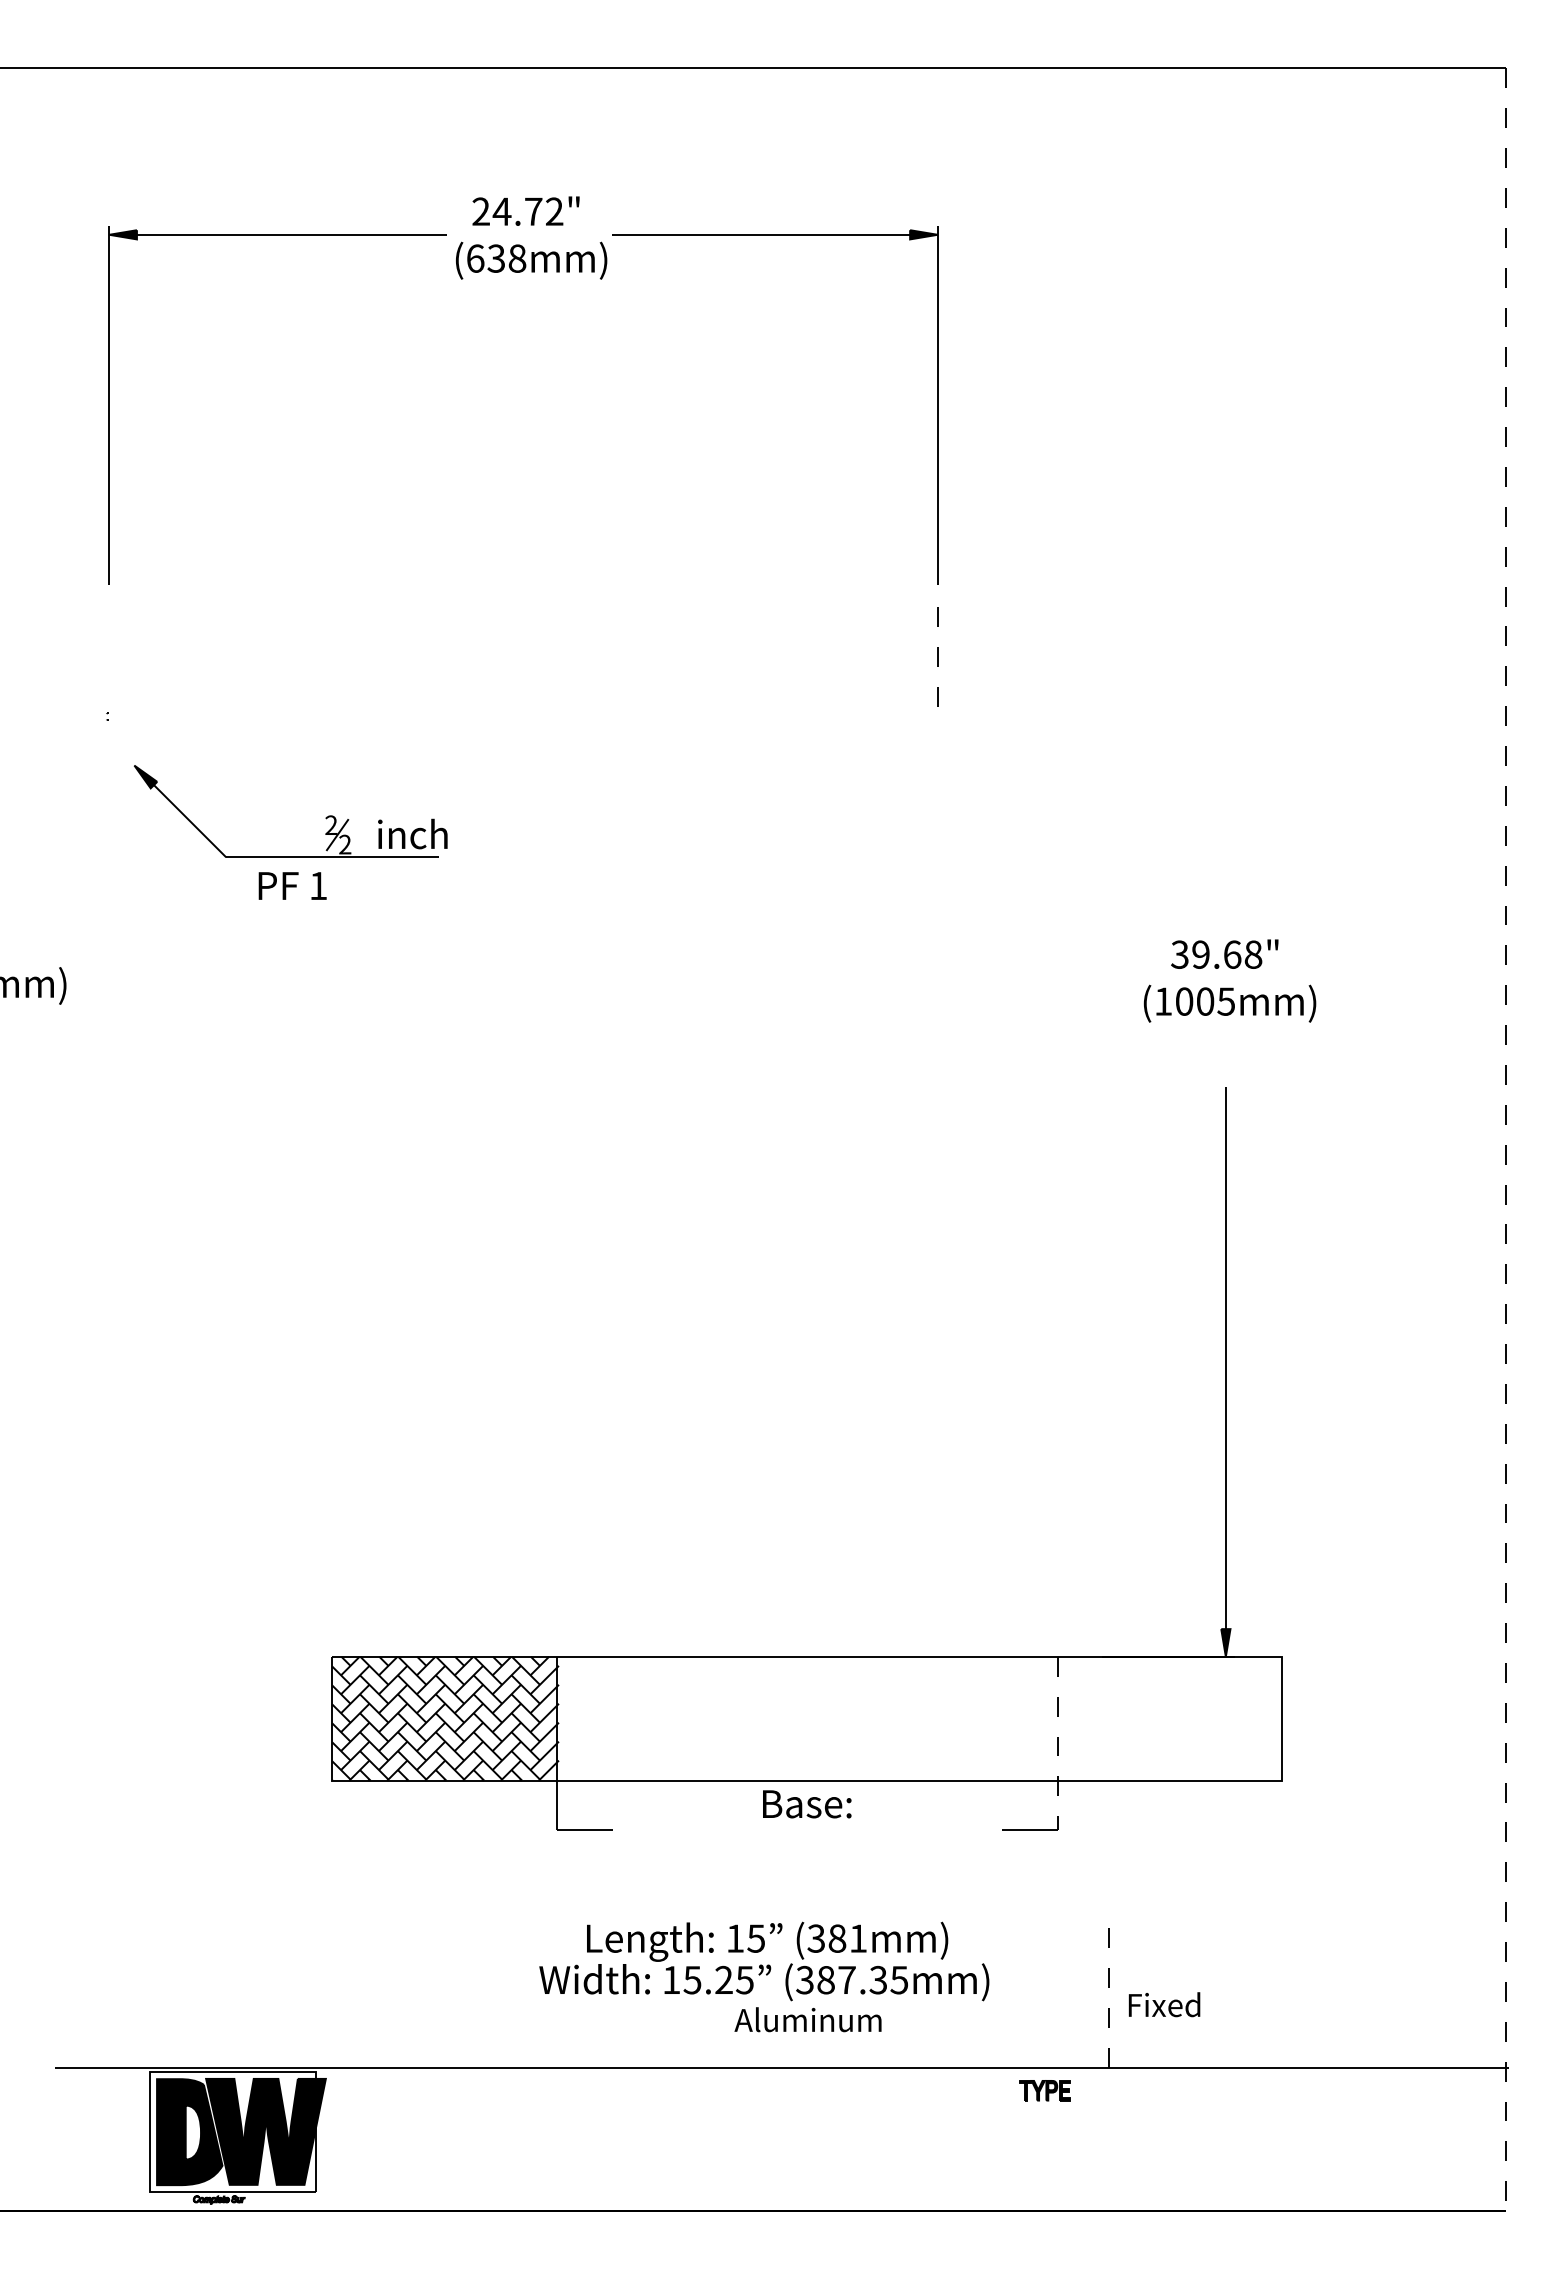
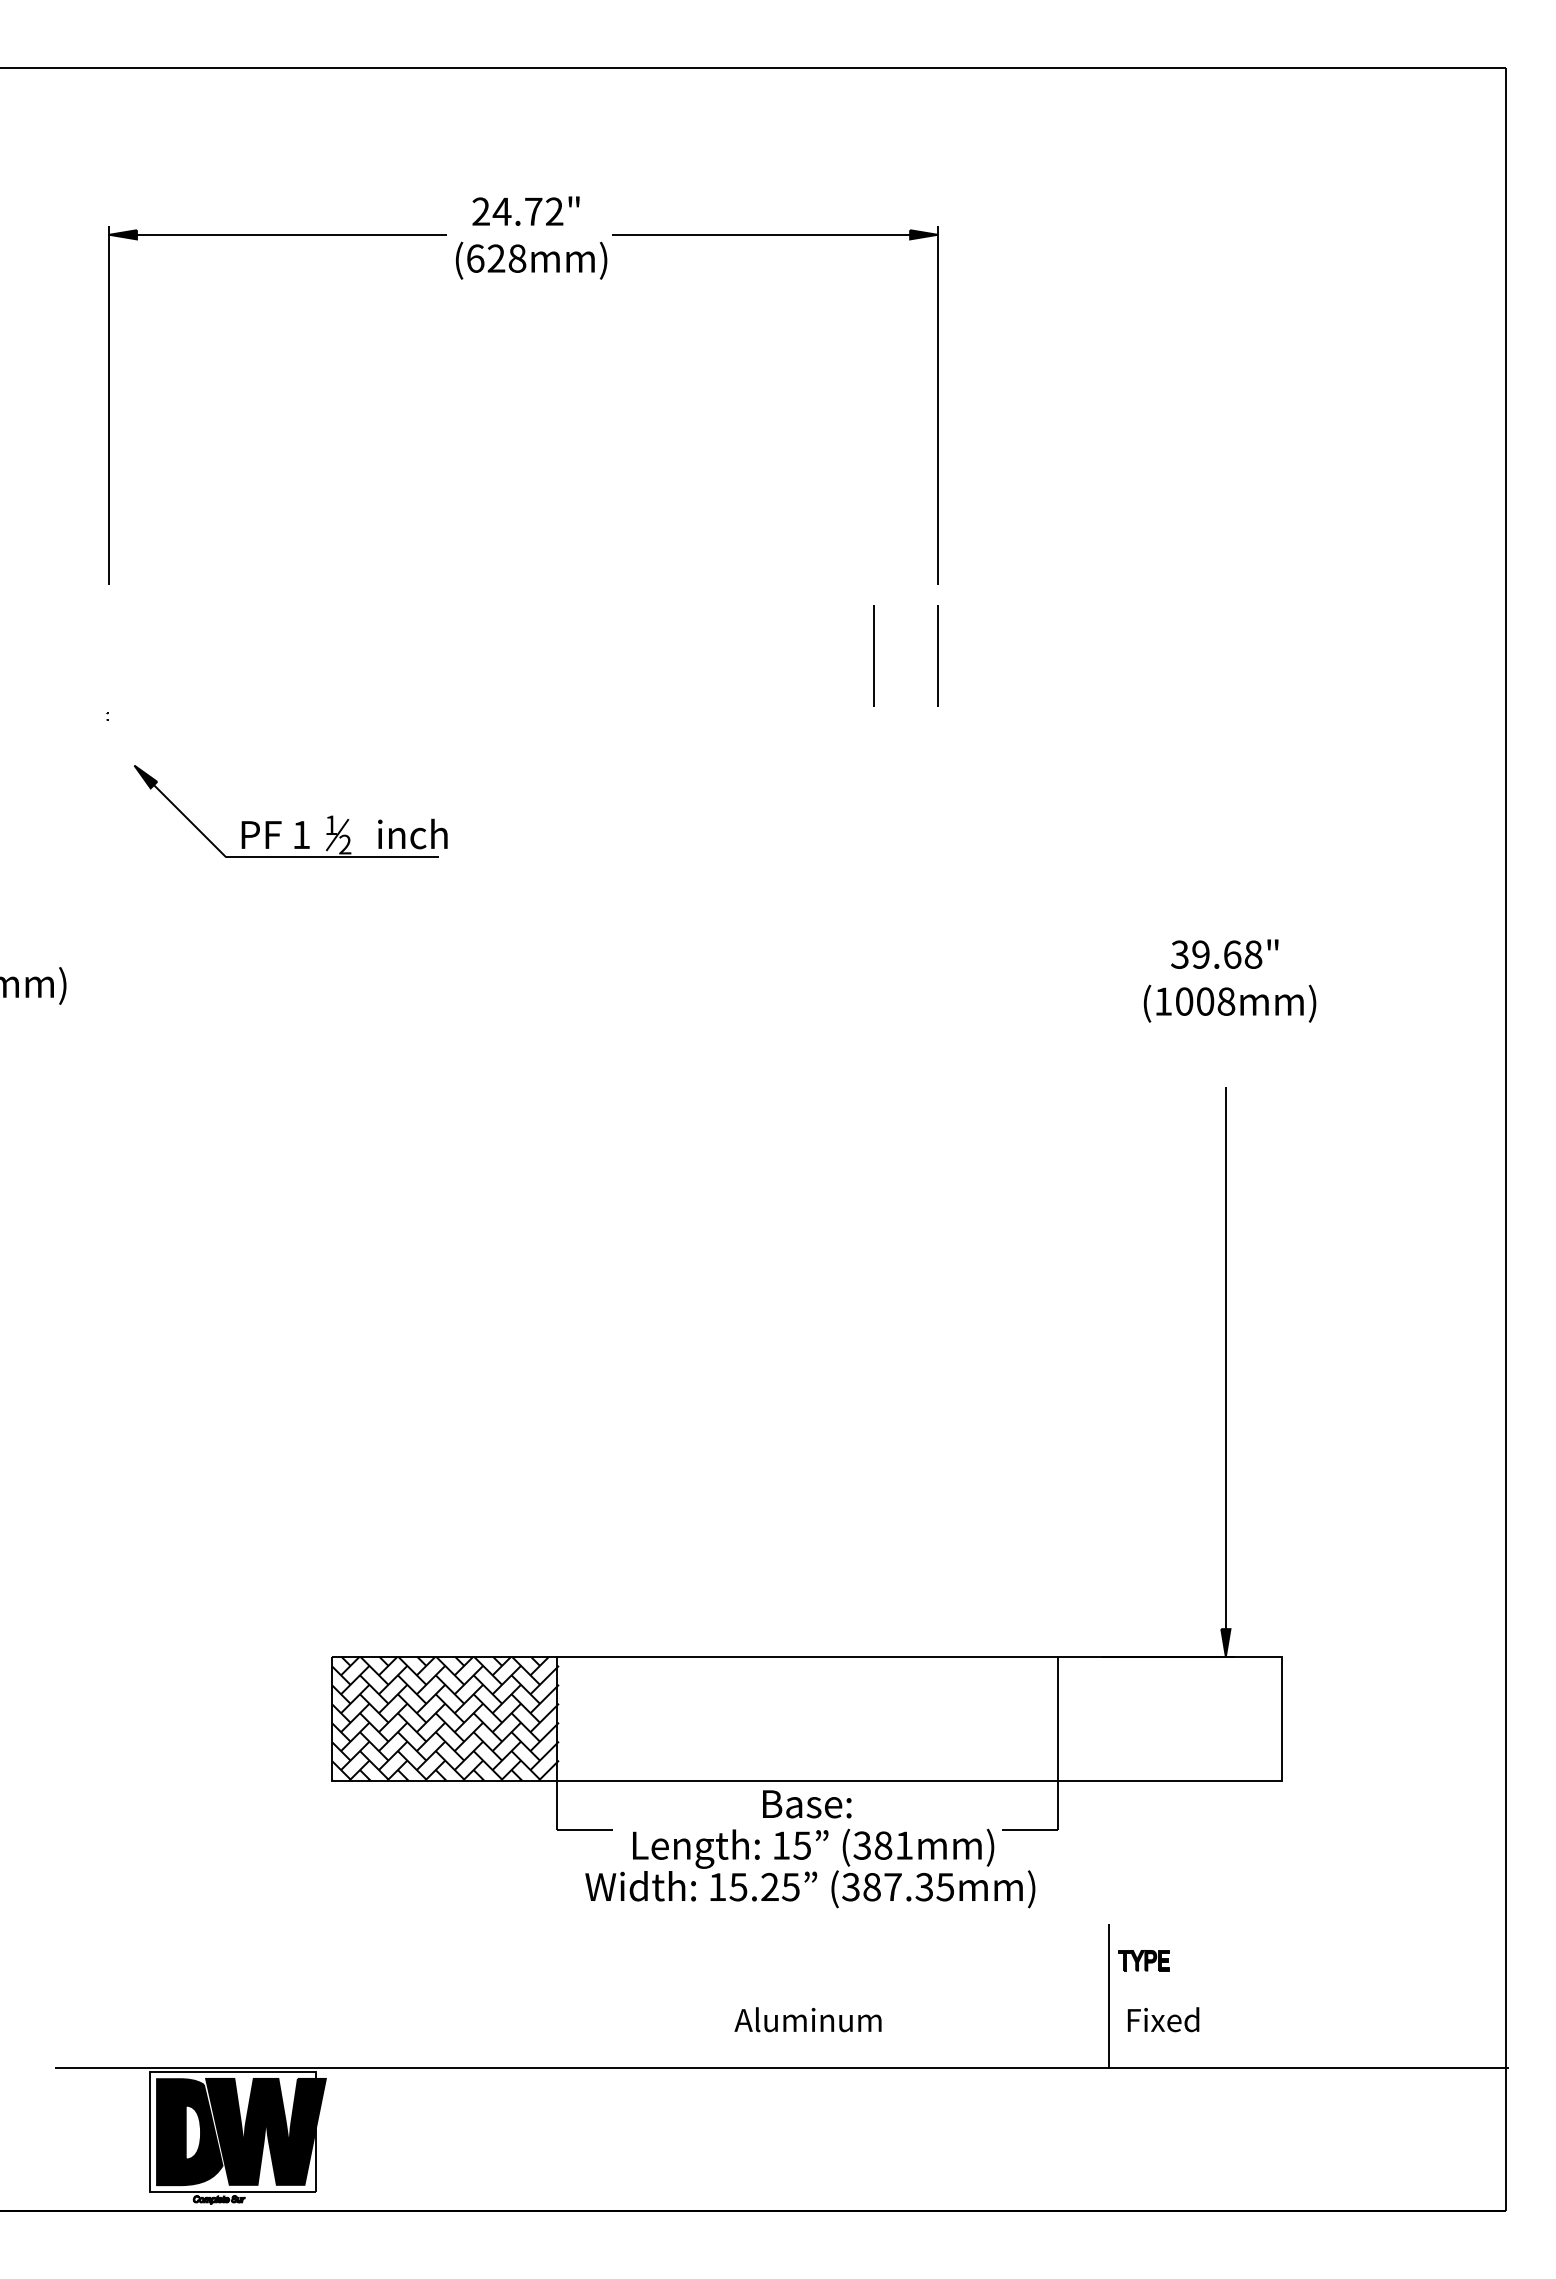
text at (496, 258): (638mm) -> (628mm)
line at (873, 655): none -> present
line at (937, 655): dashed -> solid
text at (331, 824): 2 -> 1
text at (292, 885) position: (292, 885) -> (275, 834)
text at (1226, 1001): (1005mm) -> (1008mm)
line at (1506, 1139): dashed -> solid
line at (1057, 1743): dashed -> solid
text at (764, 1961) position: (764, 1961) -> (810, 1868)
line at (1109, 1996): dashed -> solid
text at (1164, 2004) position: (1164, 2004) -> (1163, 2019)
part at (1044, 2090) position: (1044, 2090) -> (1143, 1960)
